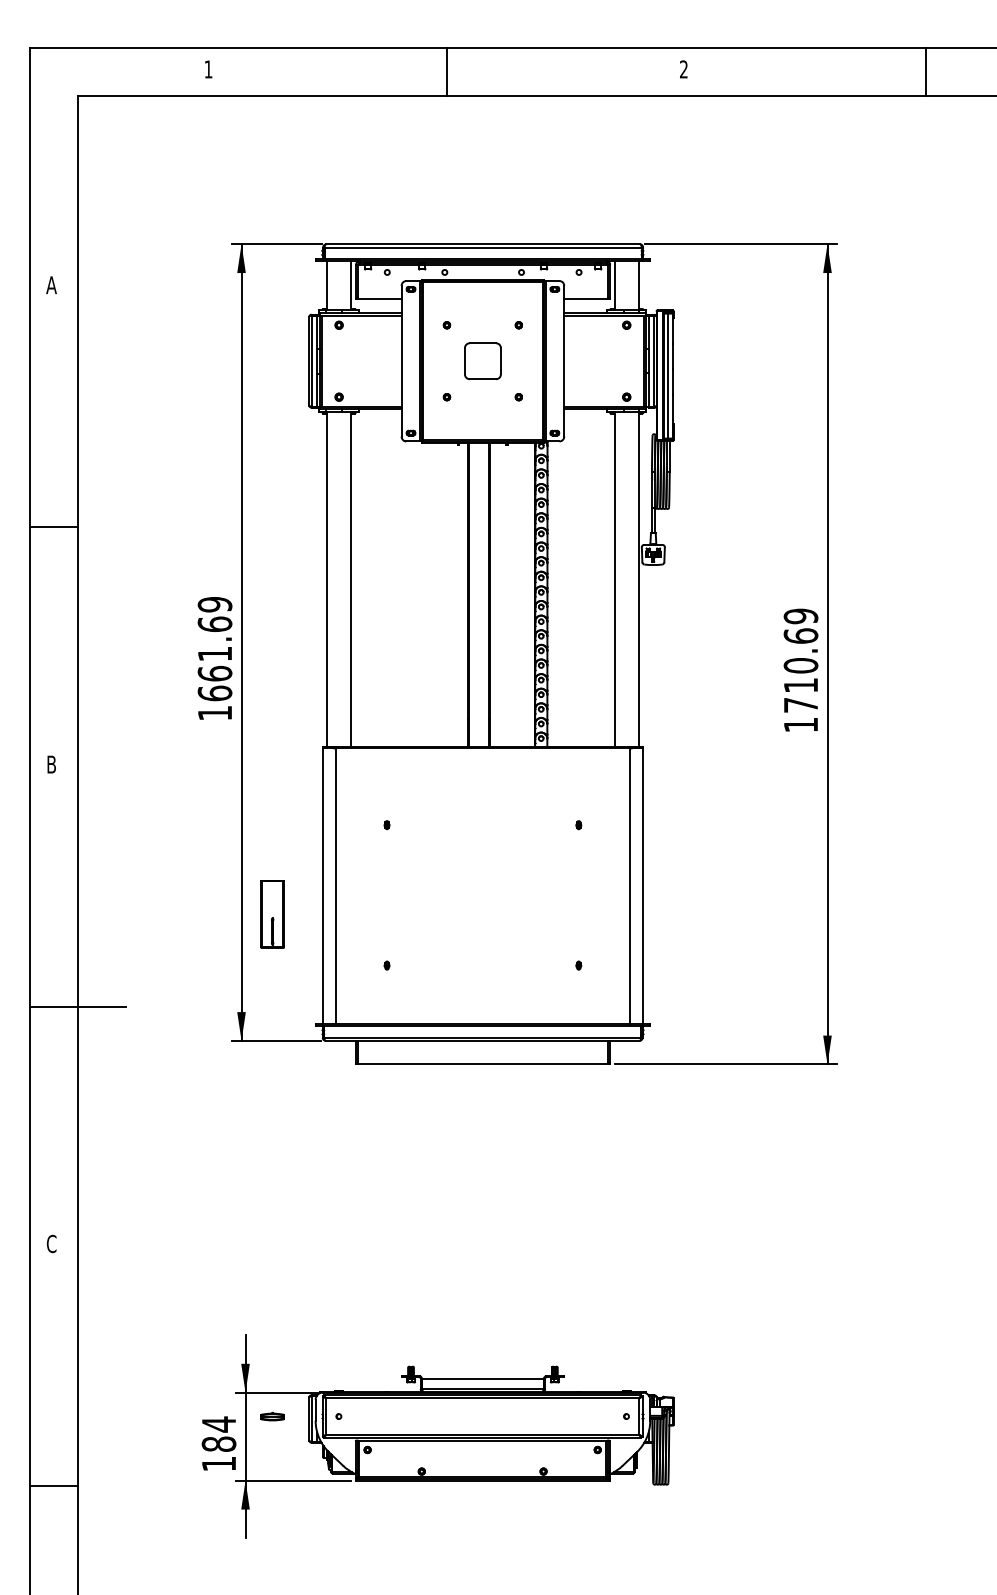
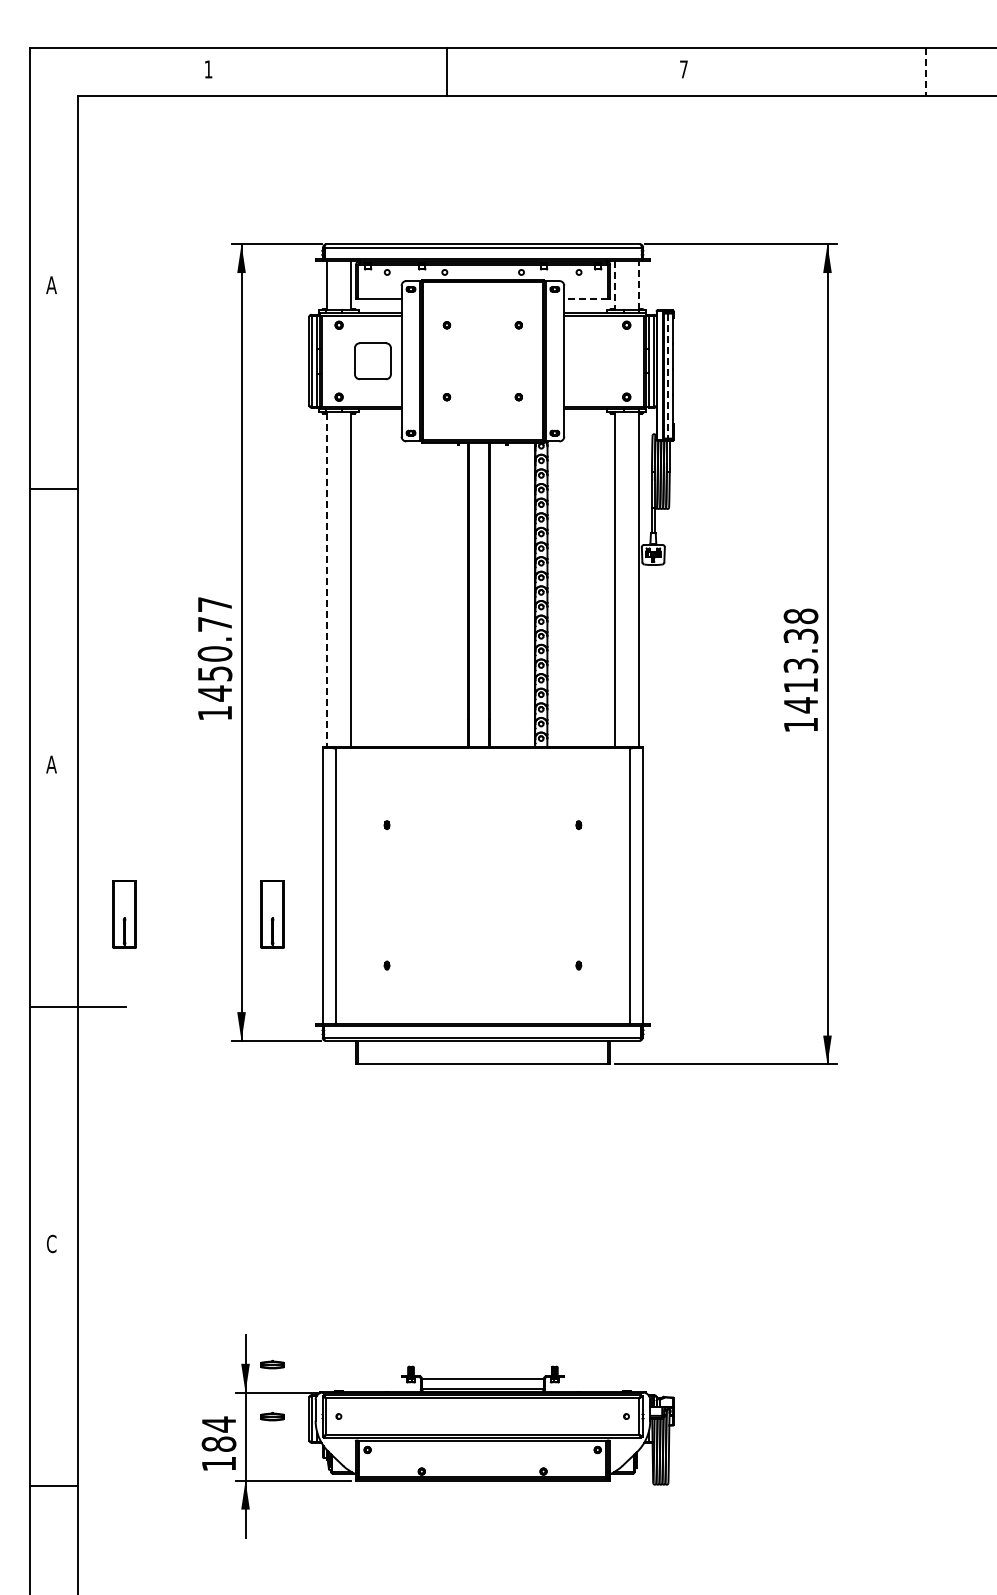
text at (683, 69): 2 -> 7
line at (926, 71): solid -> dashed
line at (638, 284): solid -> dashed
line at (614, 285): solid -> dashed
line at (585, 299): solid -> dashed
part at (482, 361) position: (482, 361) -> (372, 361)
line at (668, 376): solid -> dashed
line at (53, 527) position: (53, 527) -> (53, 489)
line at (326, 580): solid -> dashed
text at (214, 649): 1661.69 -> 1450.77
text at (800, 660): 1710.69 -> 1413.38
text at (51, 764): B -> A
part at (124, 914): none -> present
part at (272, 1364): none -> present
